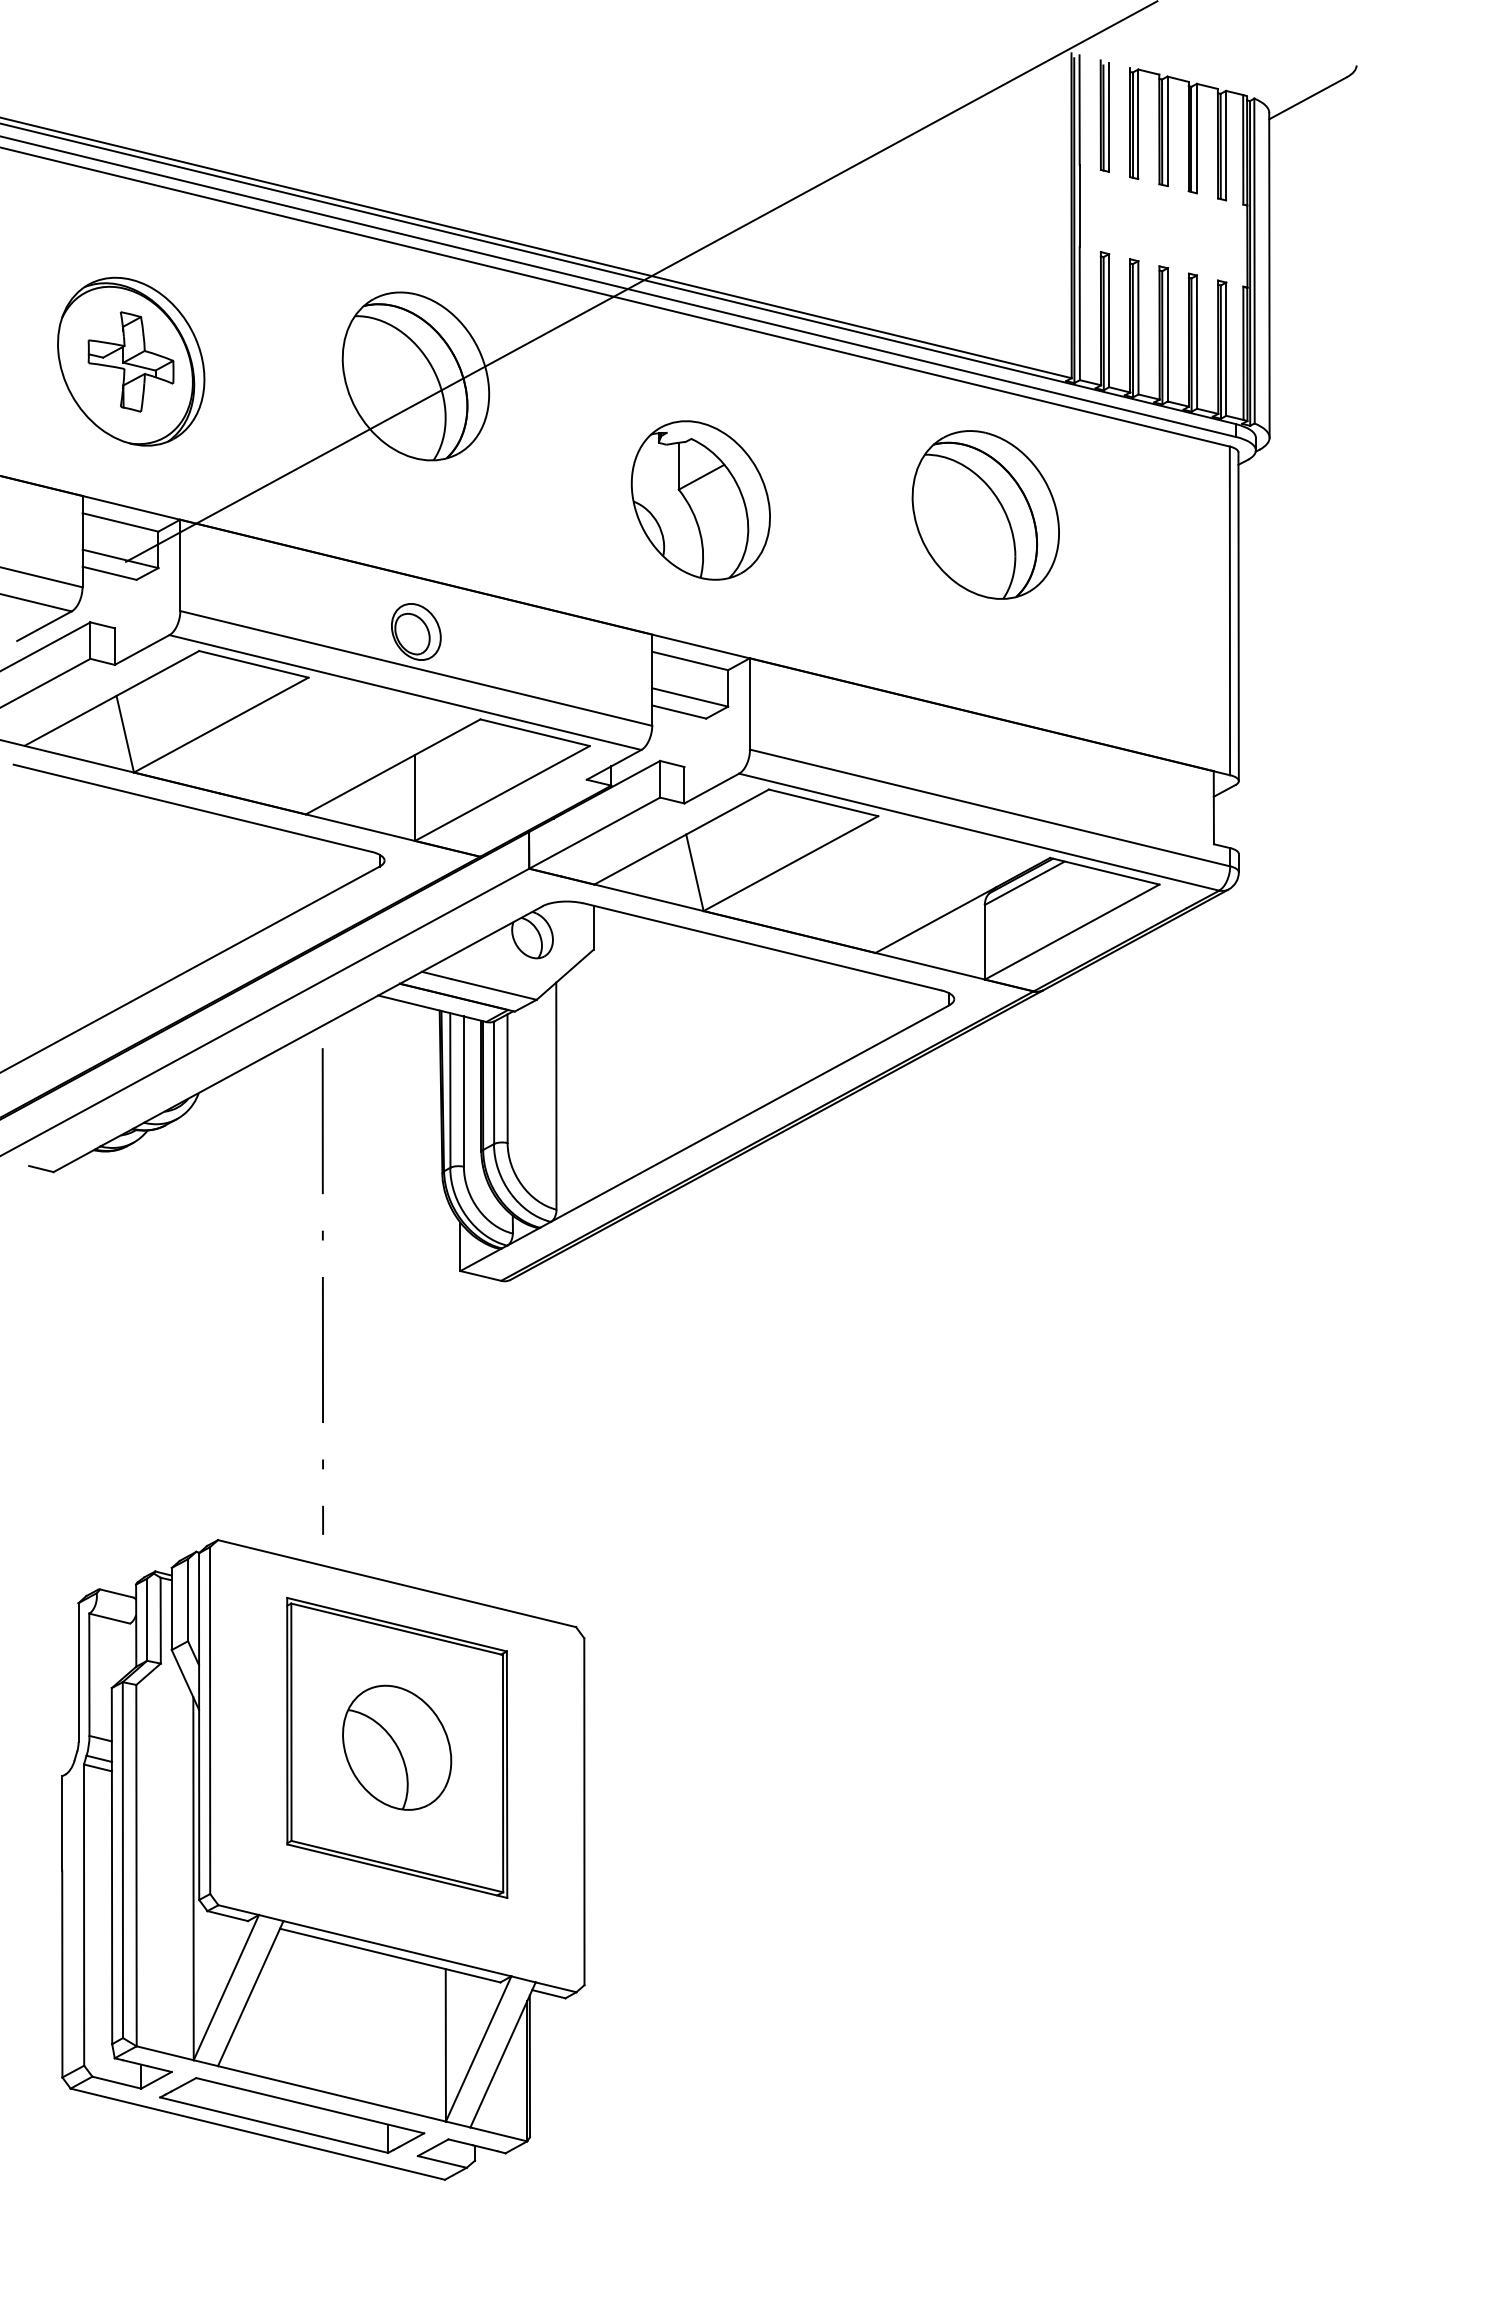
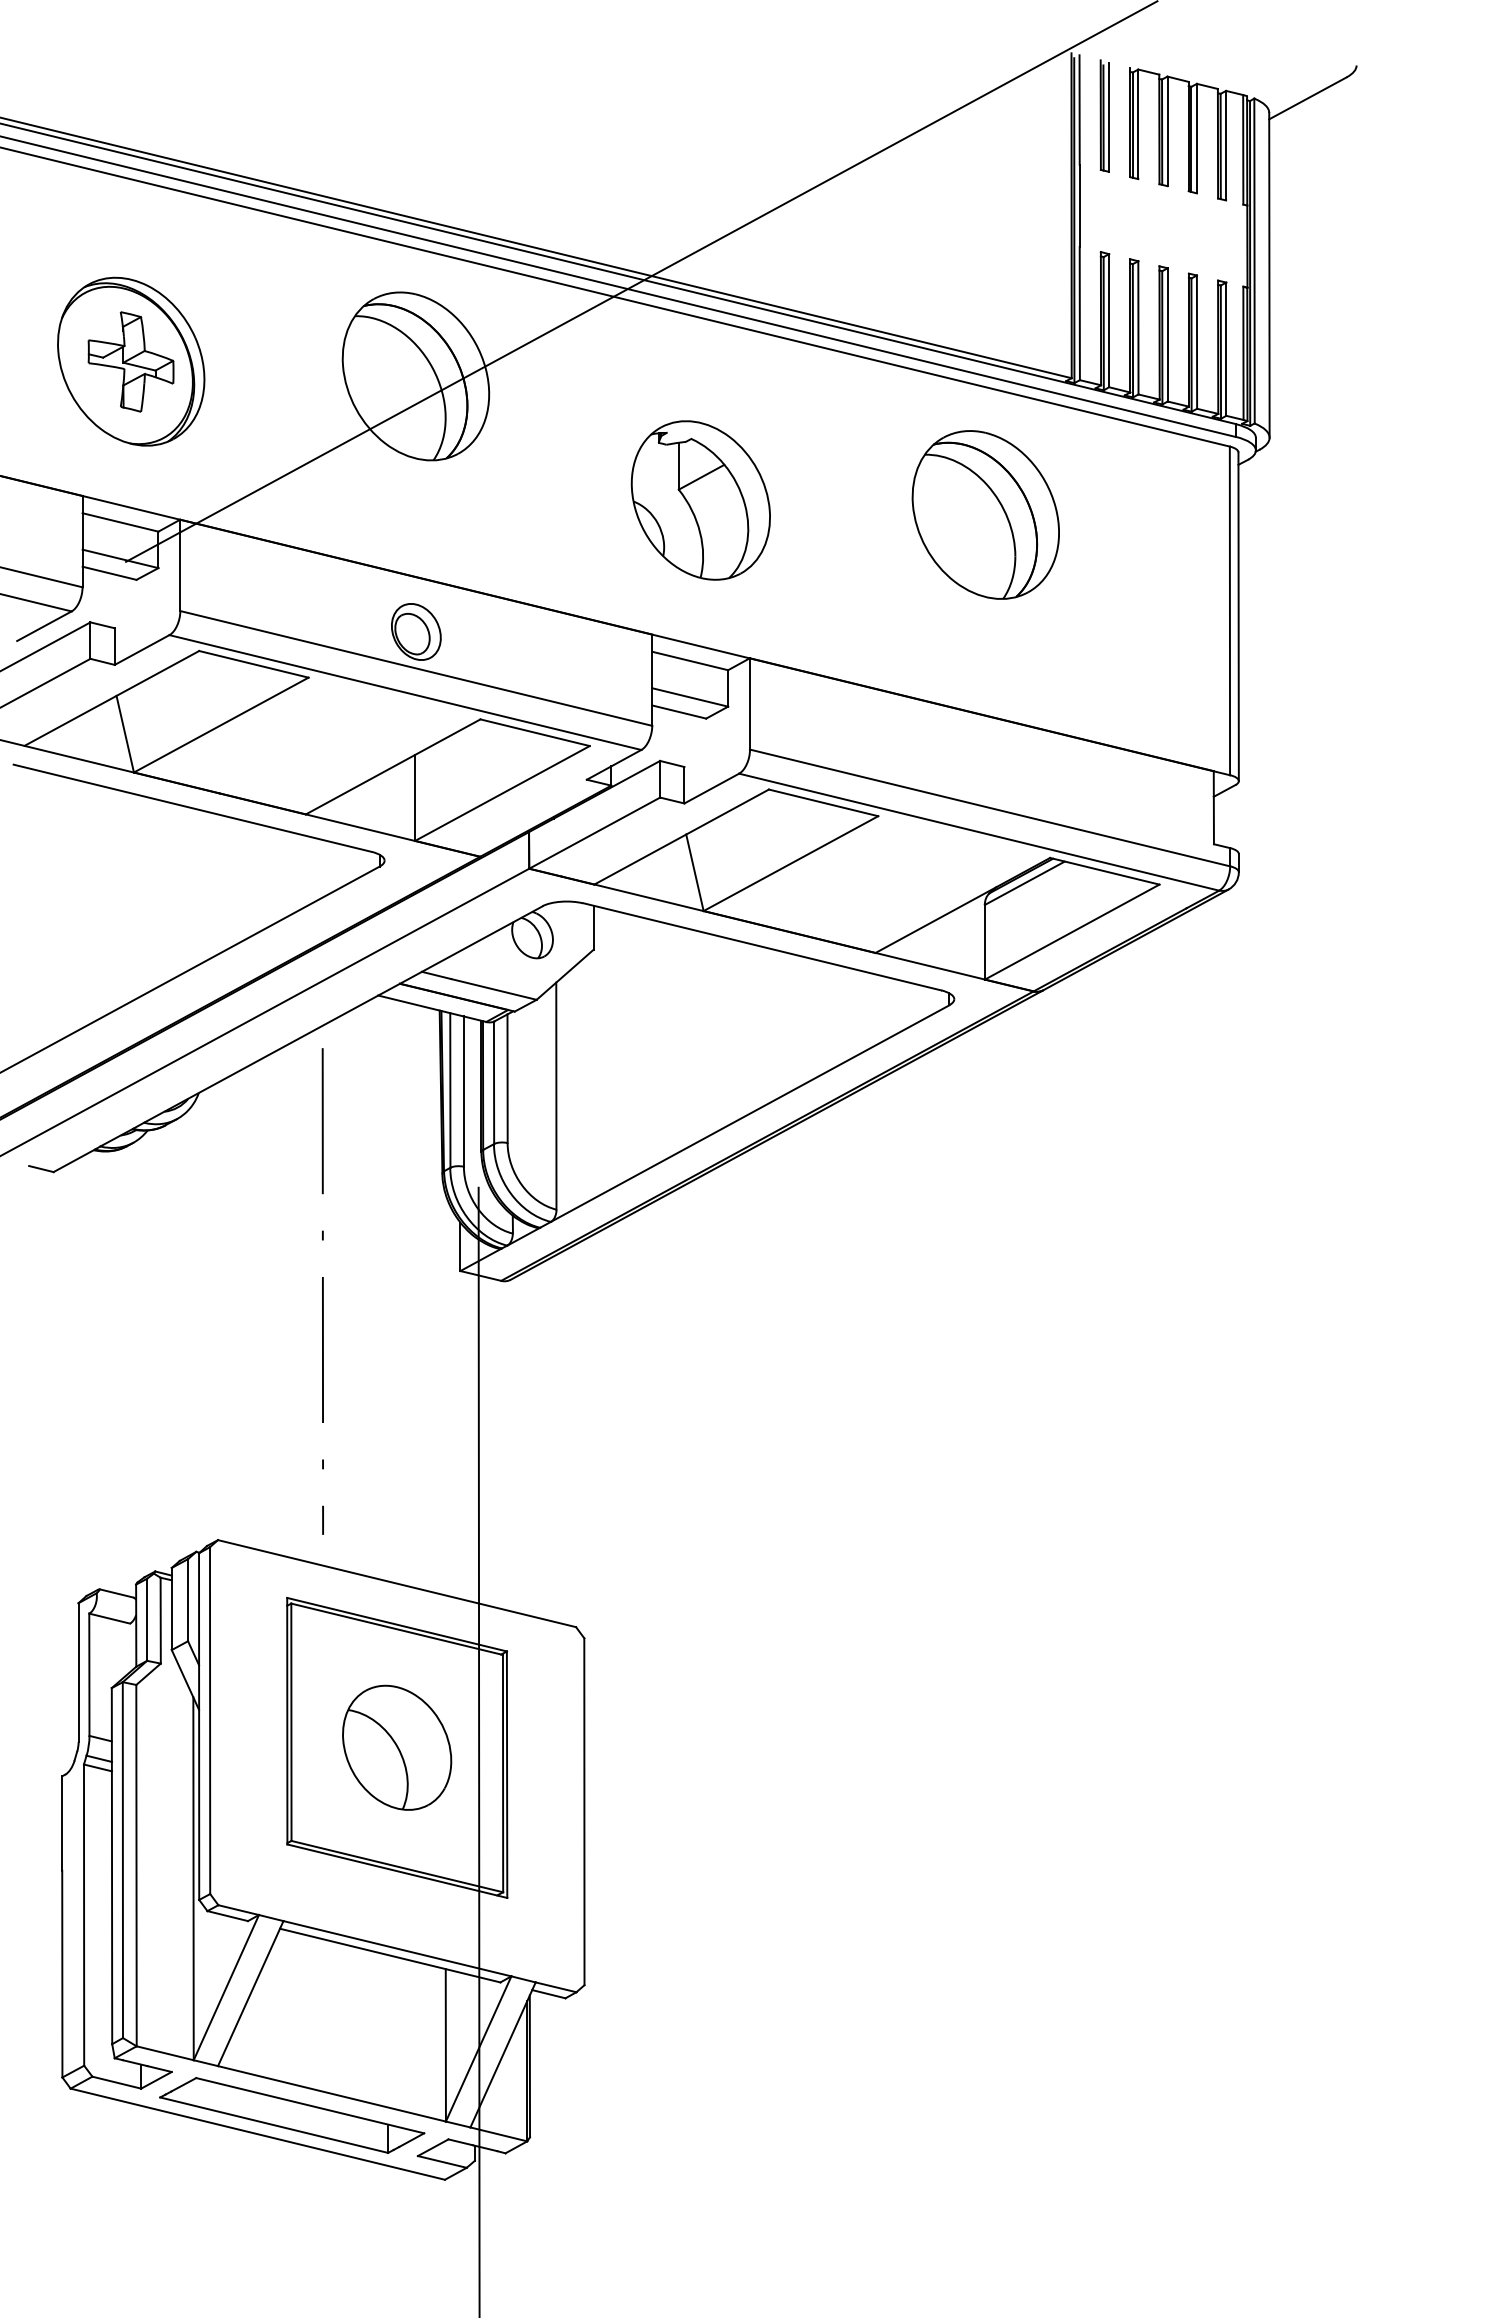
line at (478, 1750): none -> present
